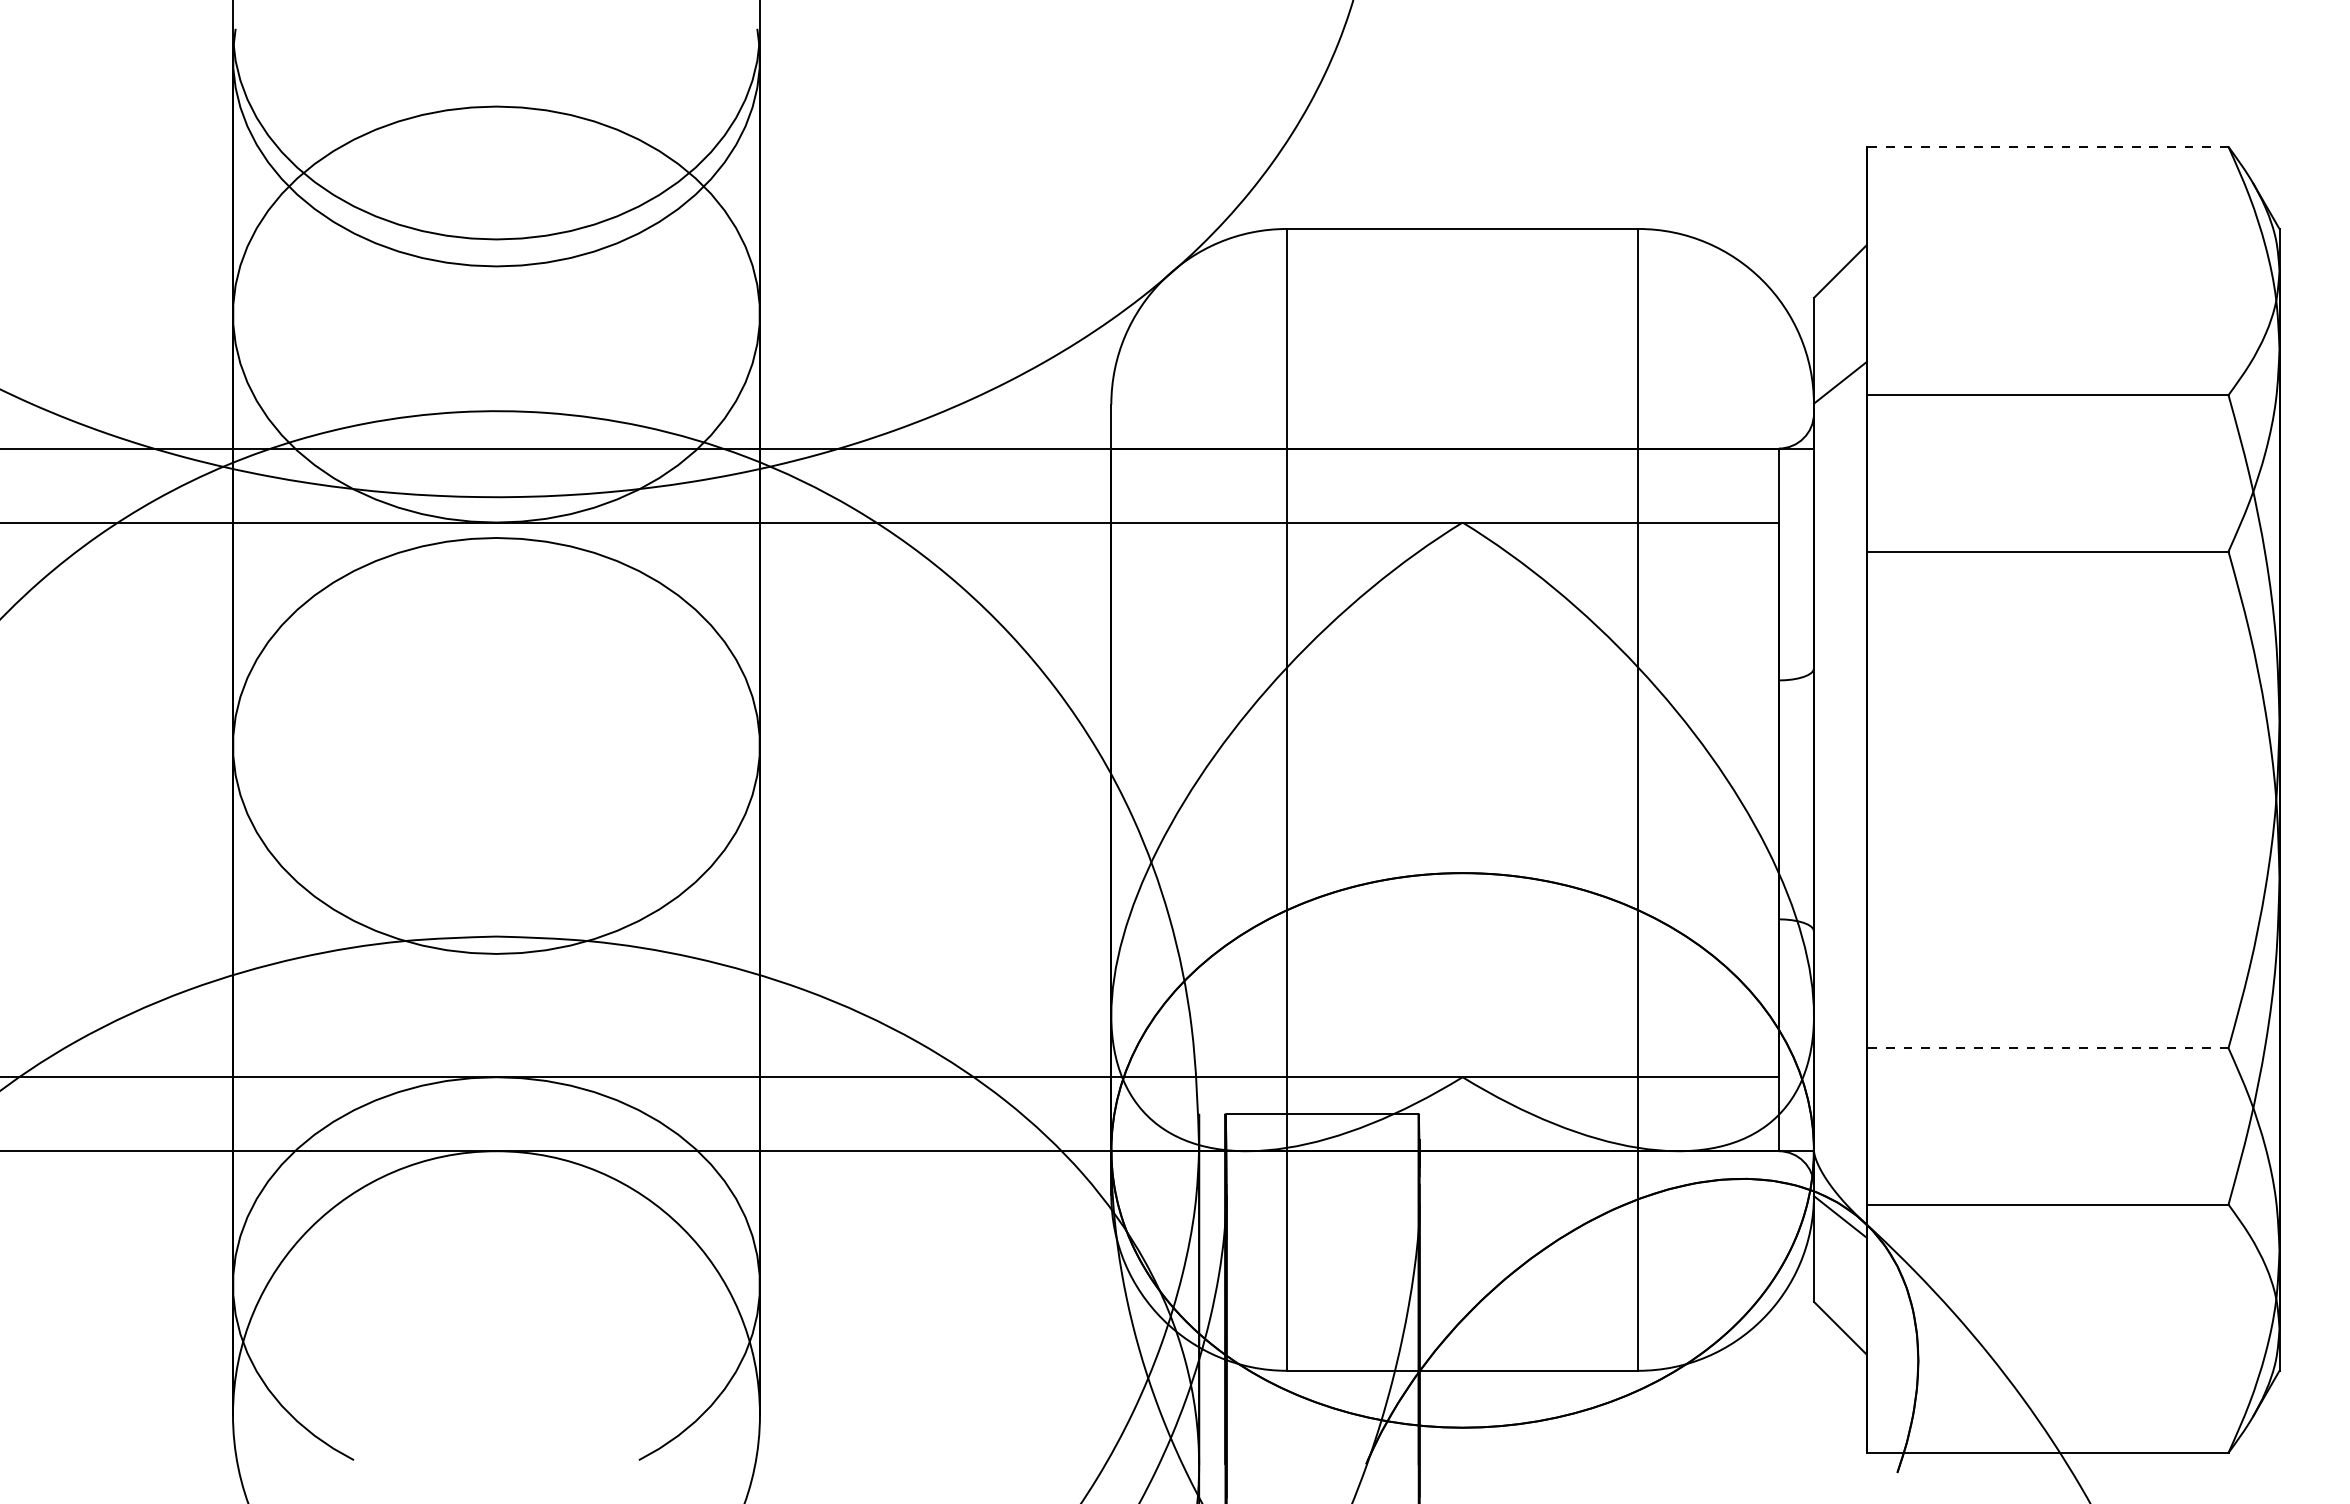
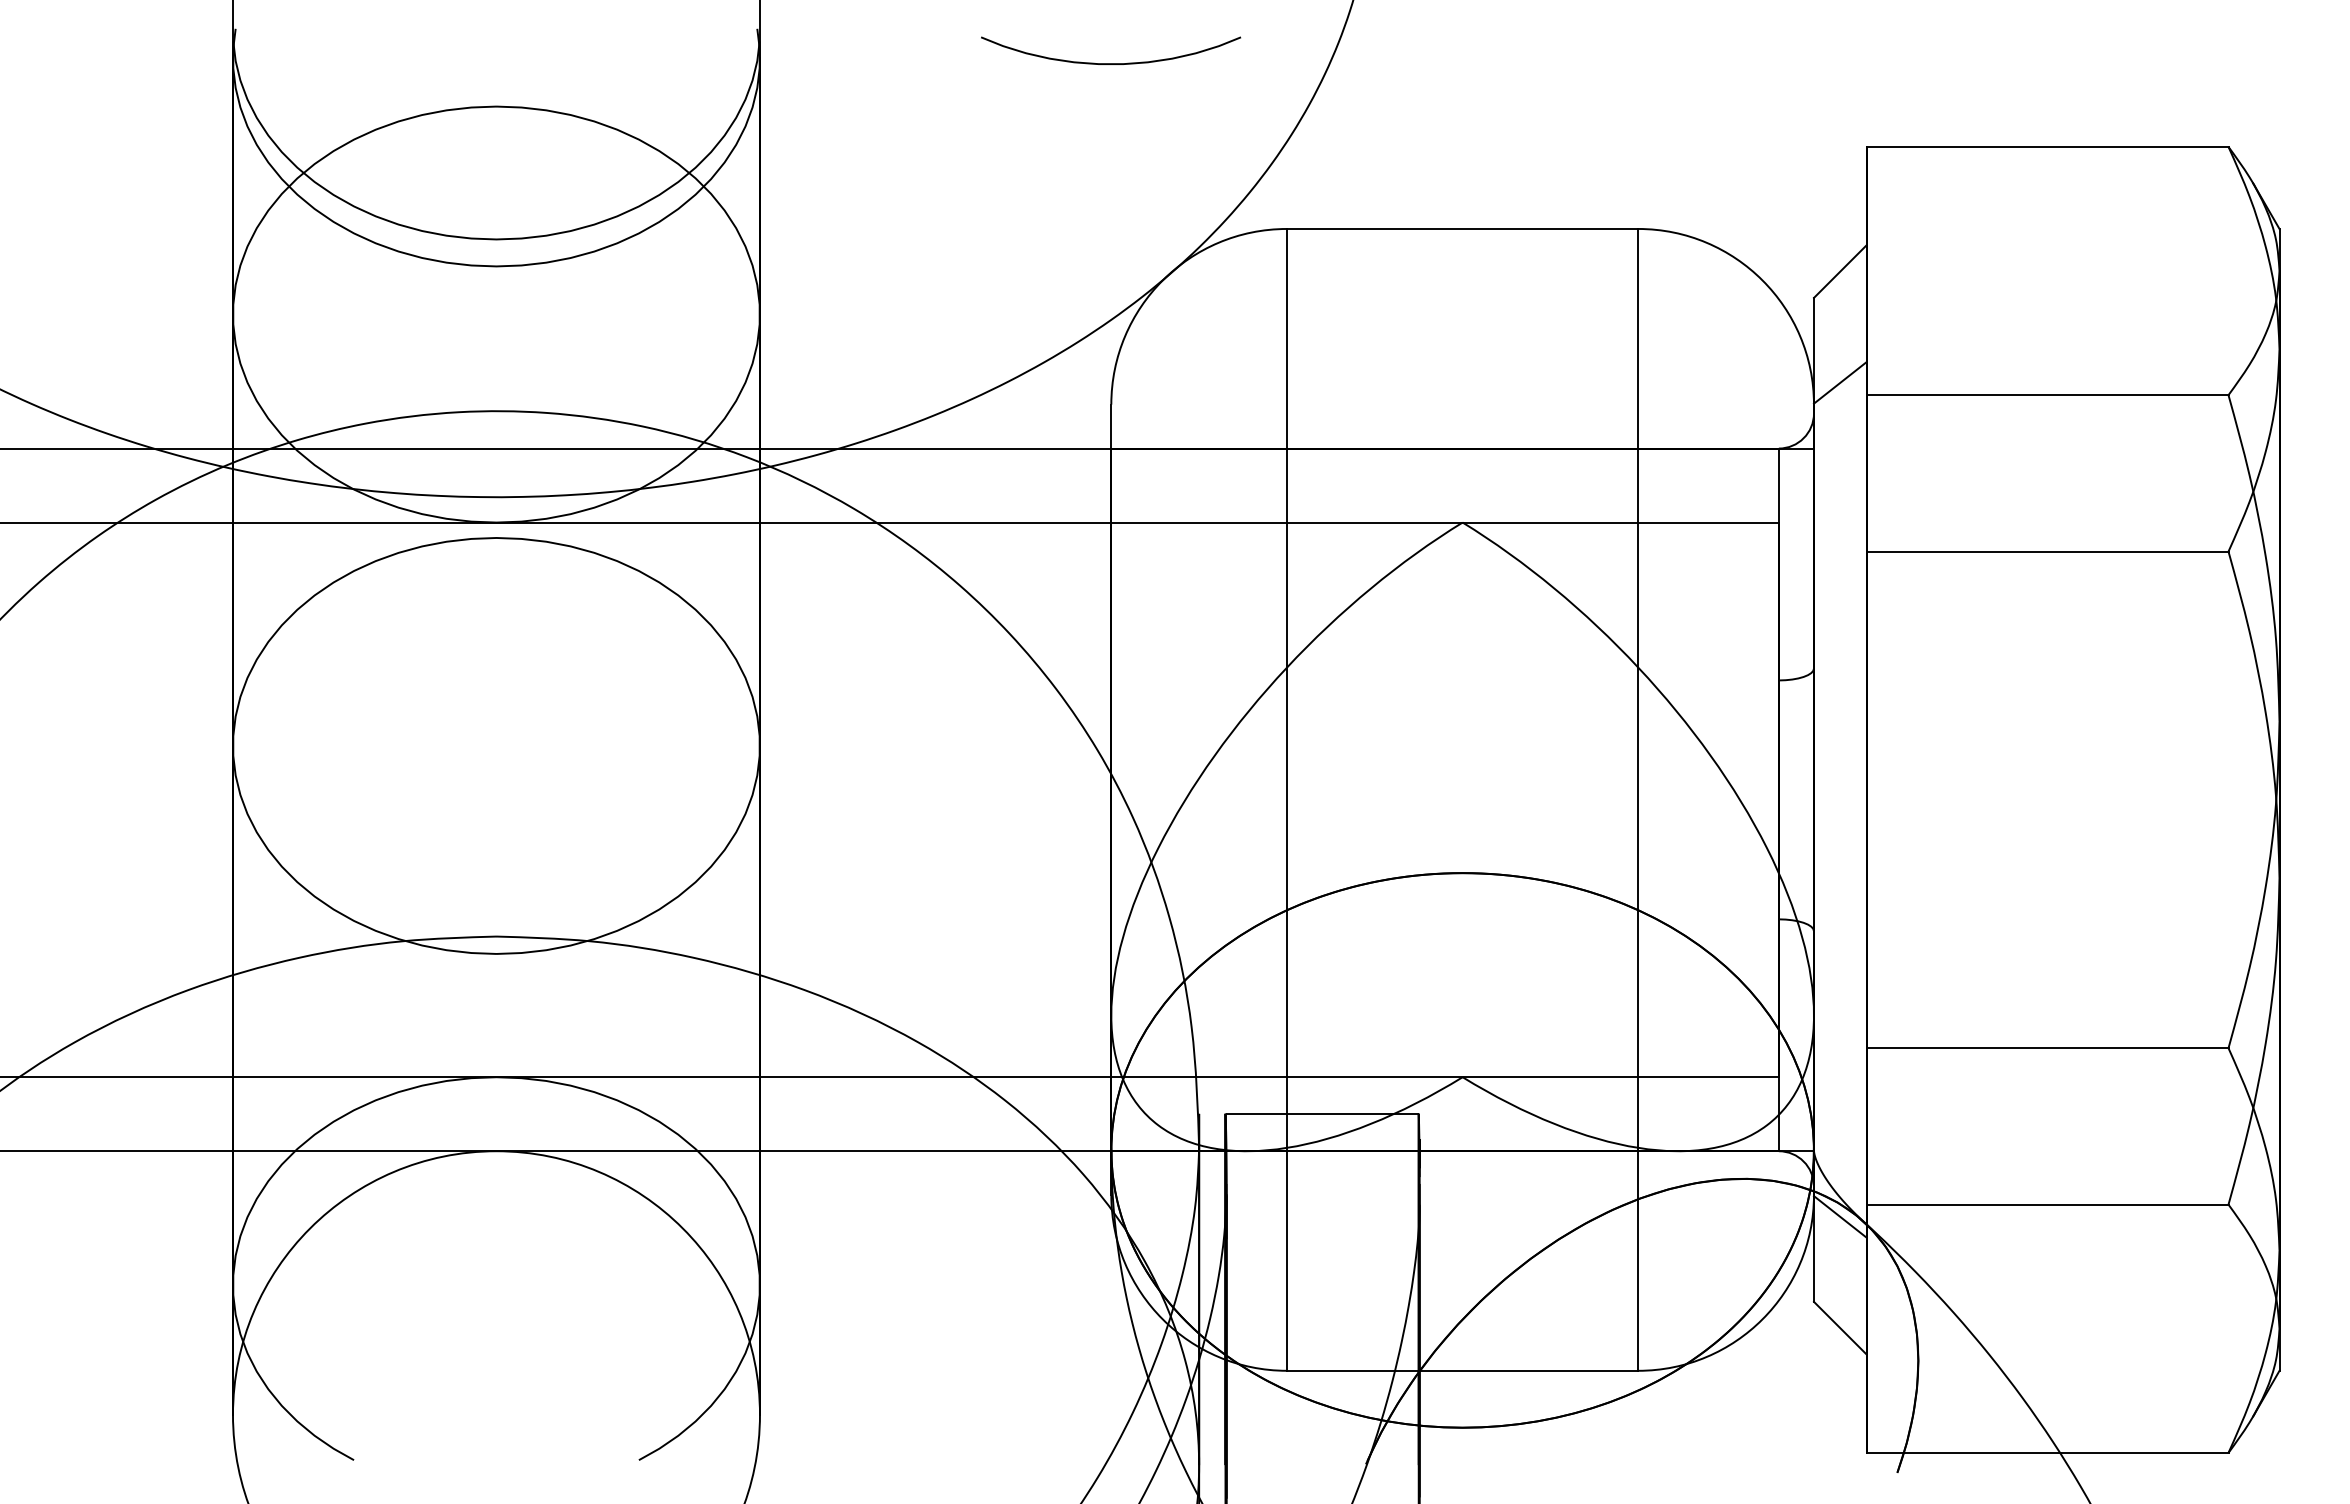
curve at (1111, 63): none -> present
line at (2047, 146): dashed -> solid
line at (2047, 1048): dashed -> solid
